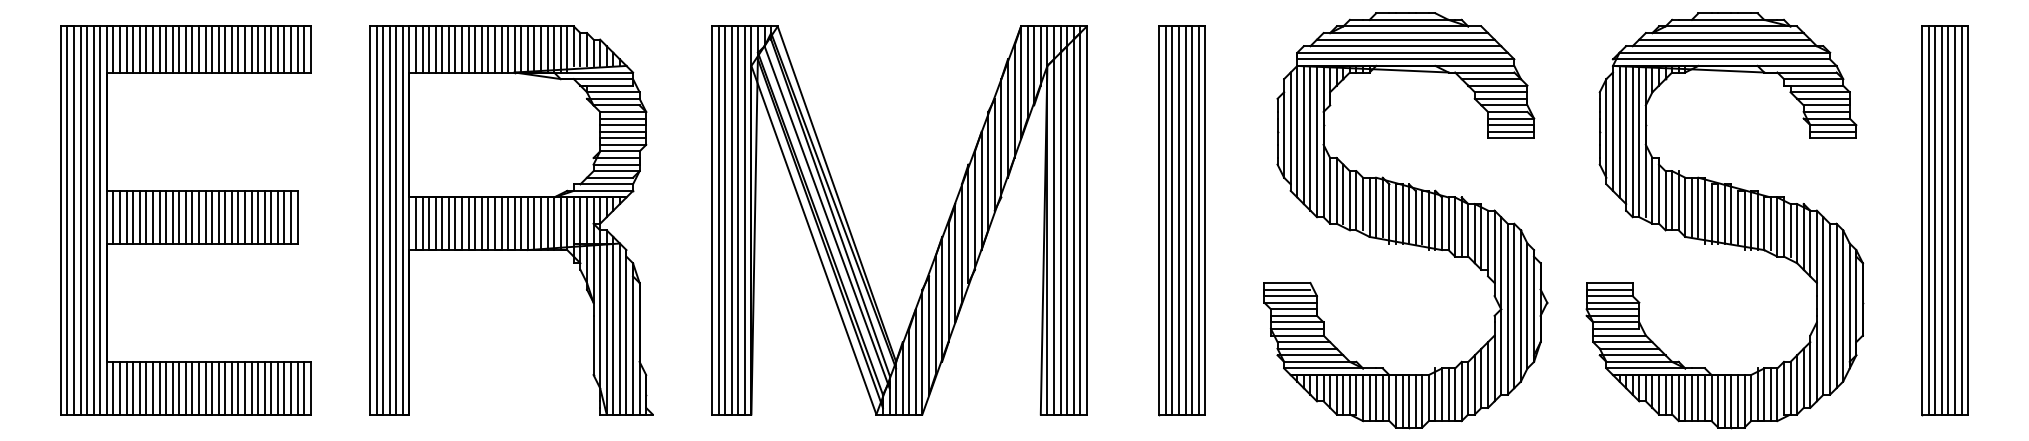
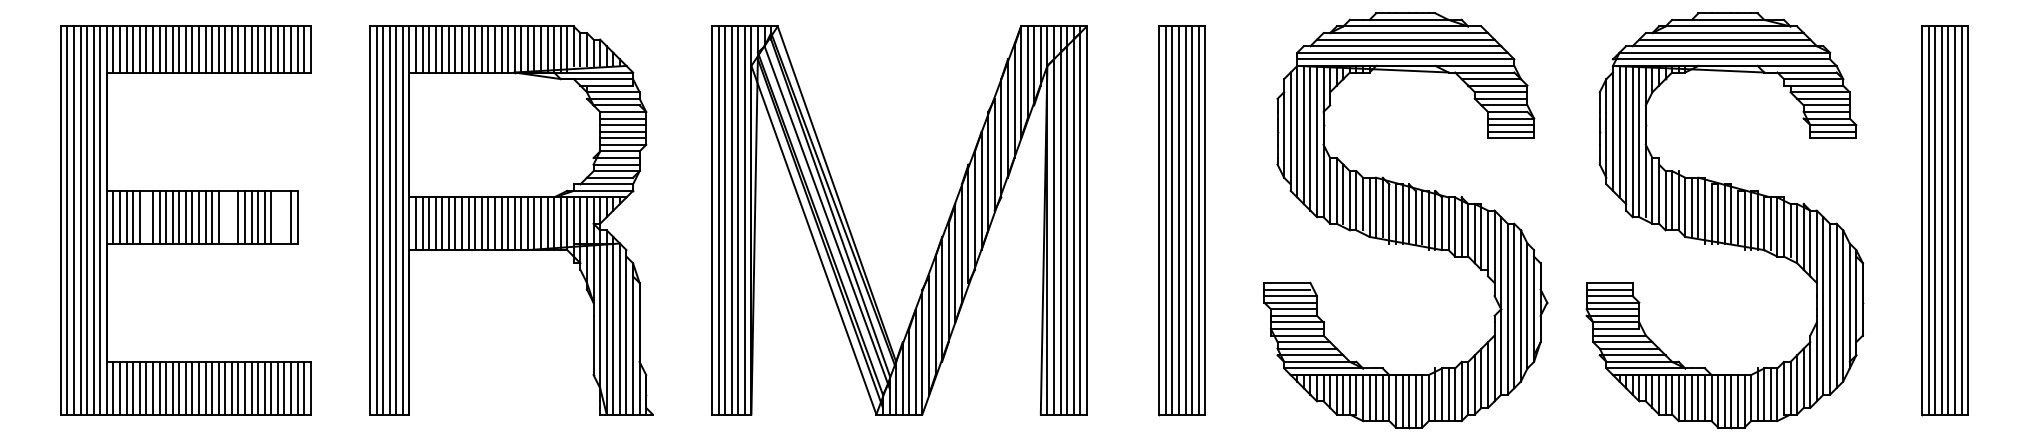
line at (146, 216): present -> none
line at (225, 216): present -> none
line at (231, 216): present -> none
line at (277, 216): present -> none
line at (284, 216): present -> none
